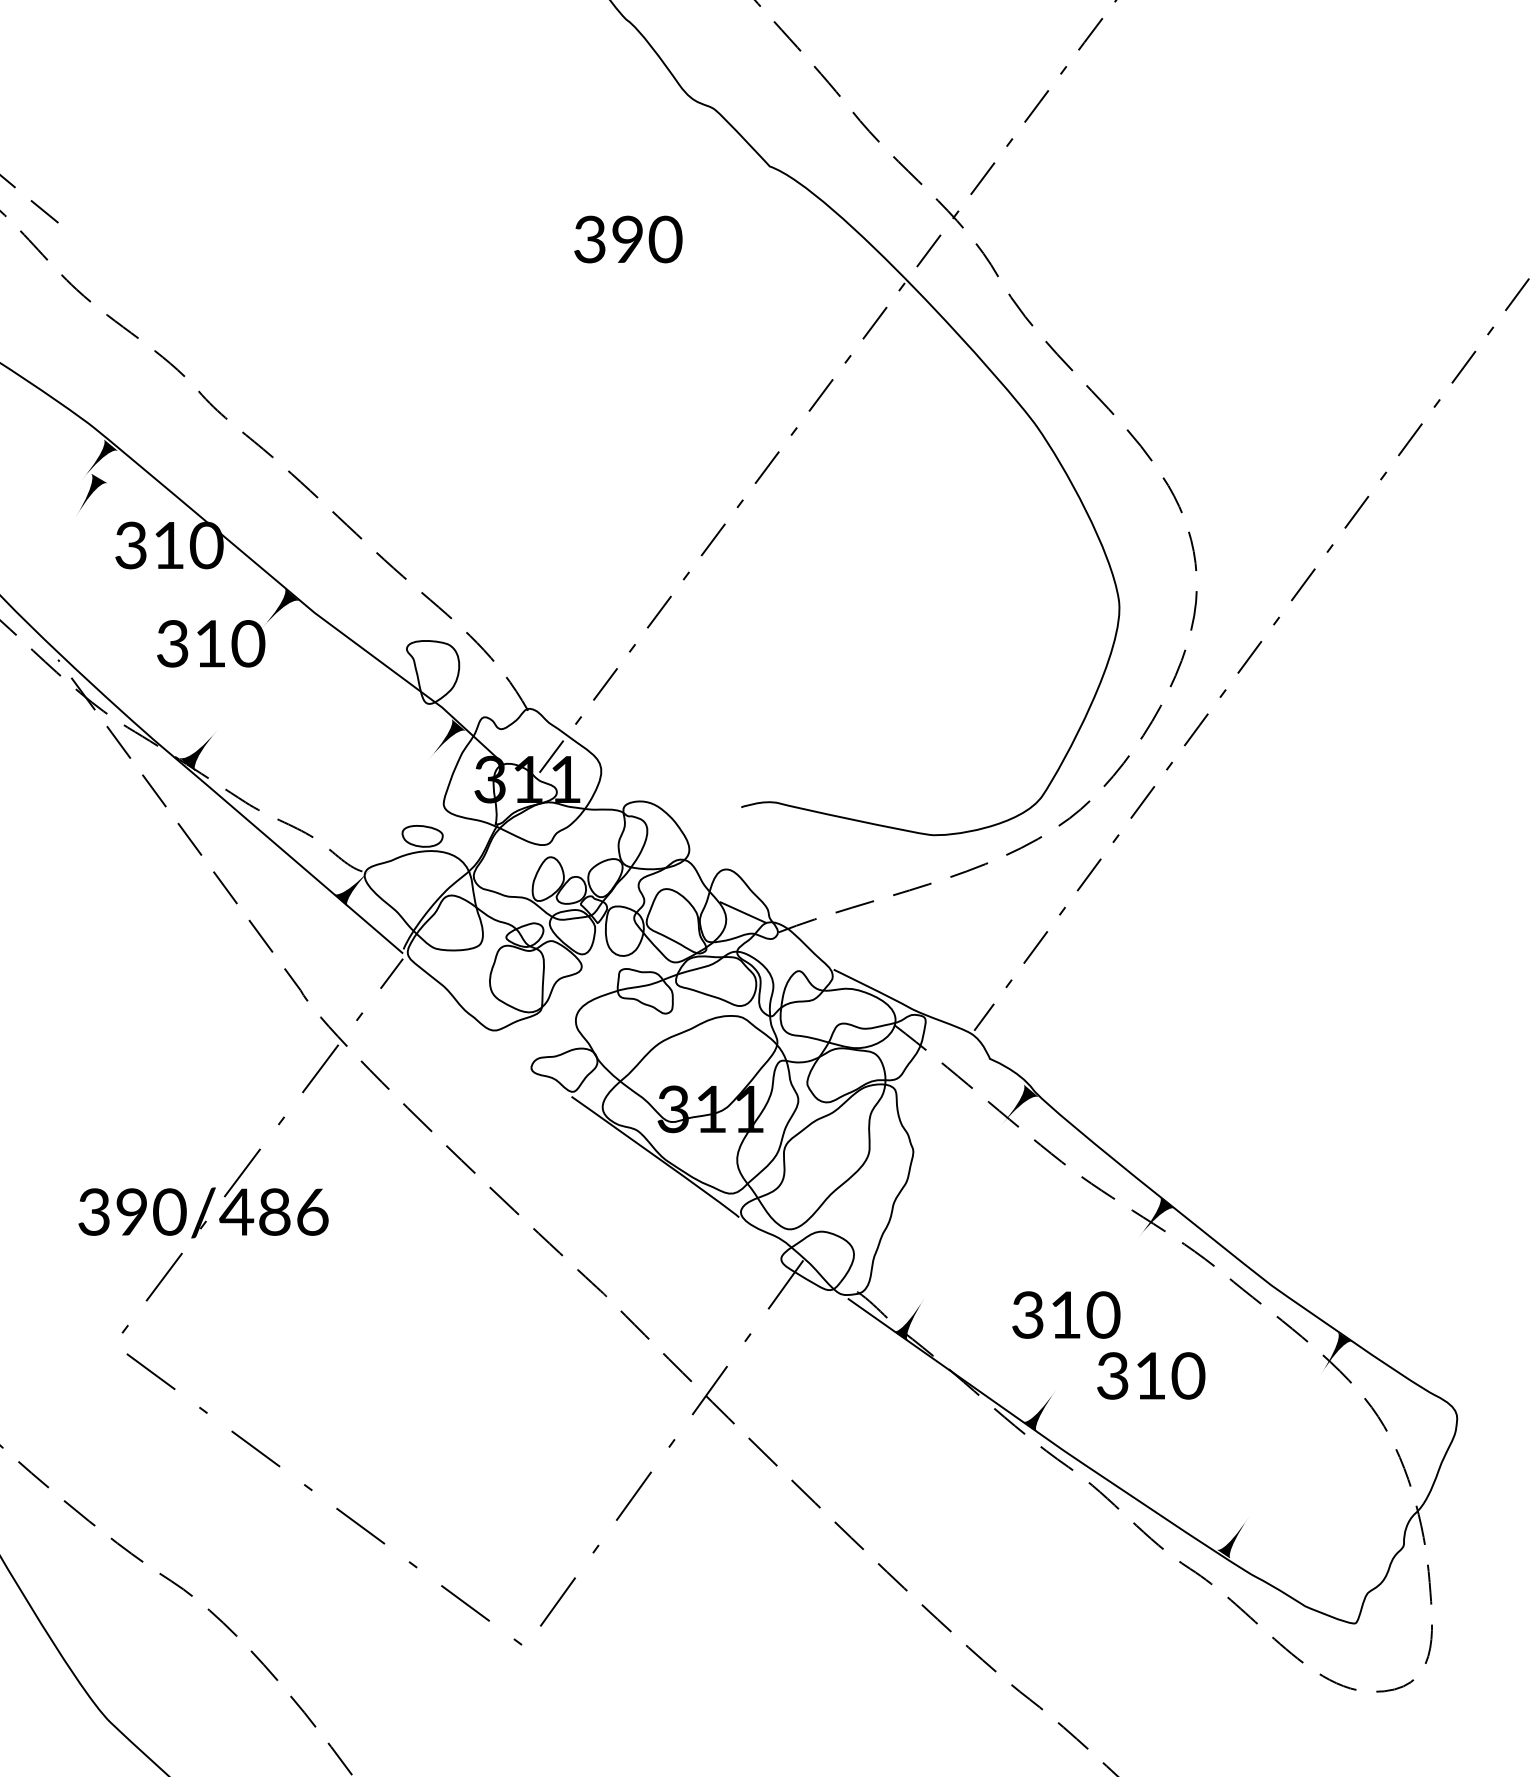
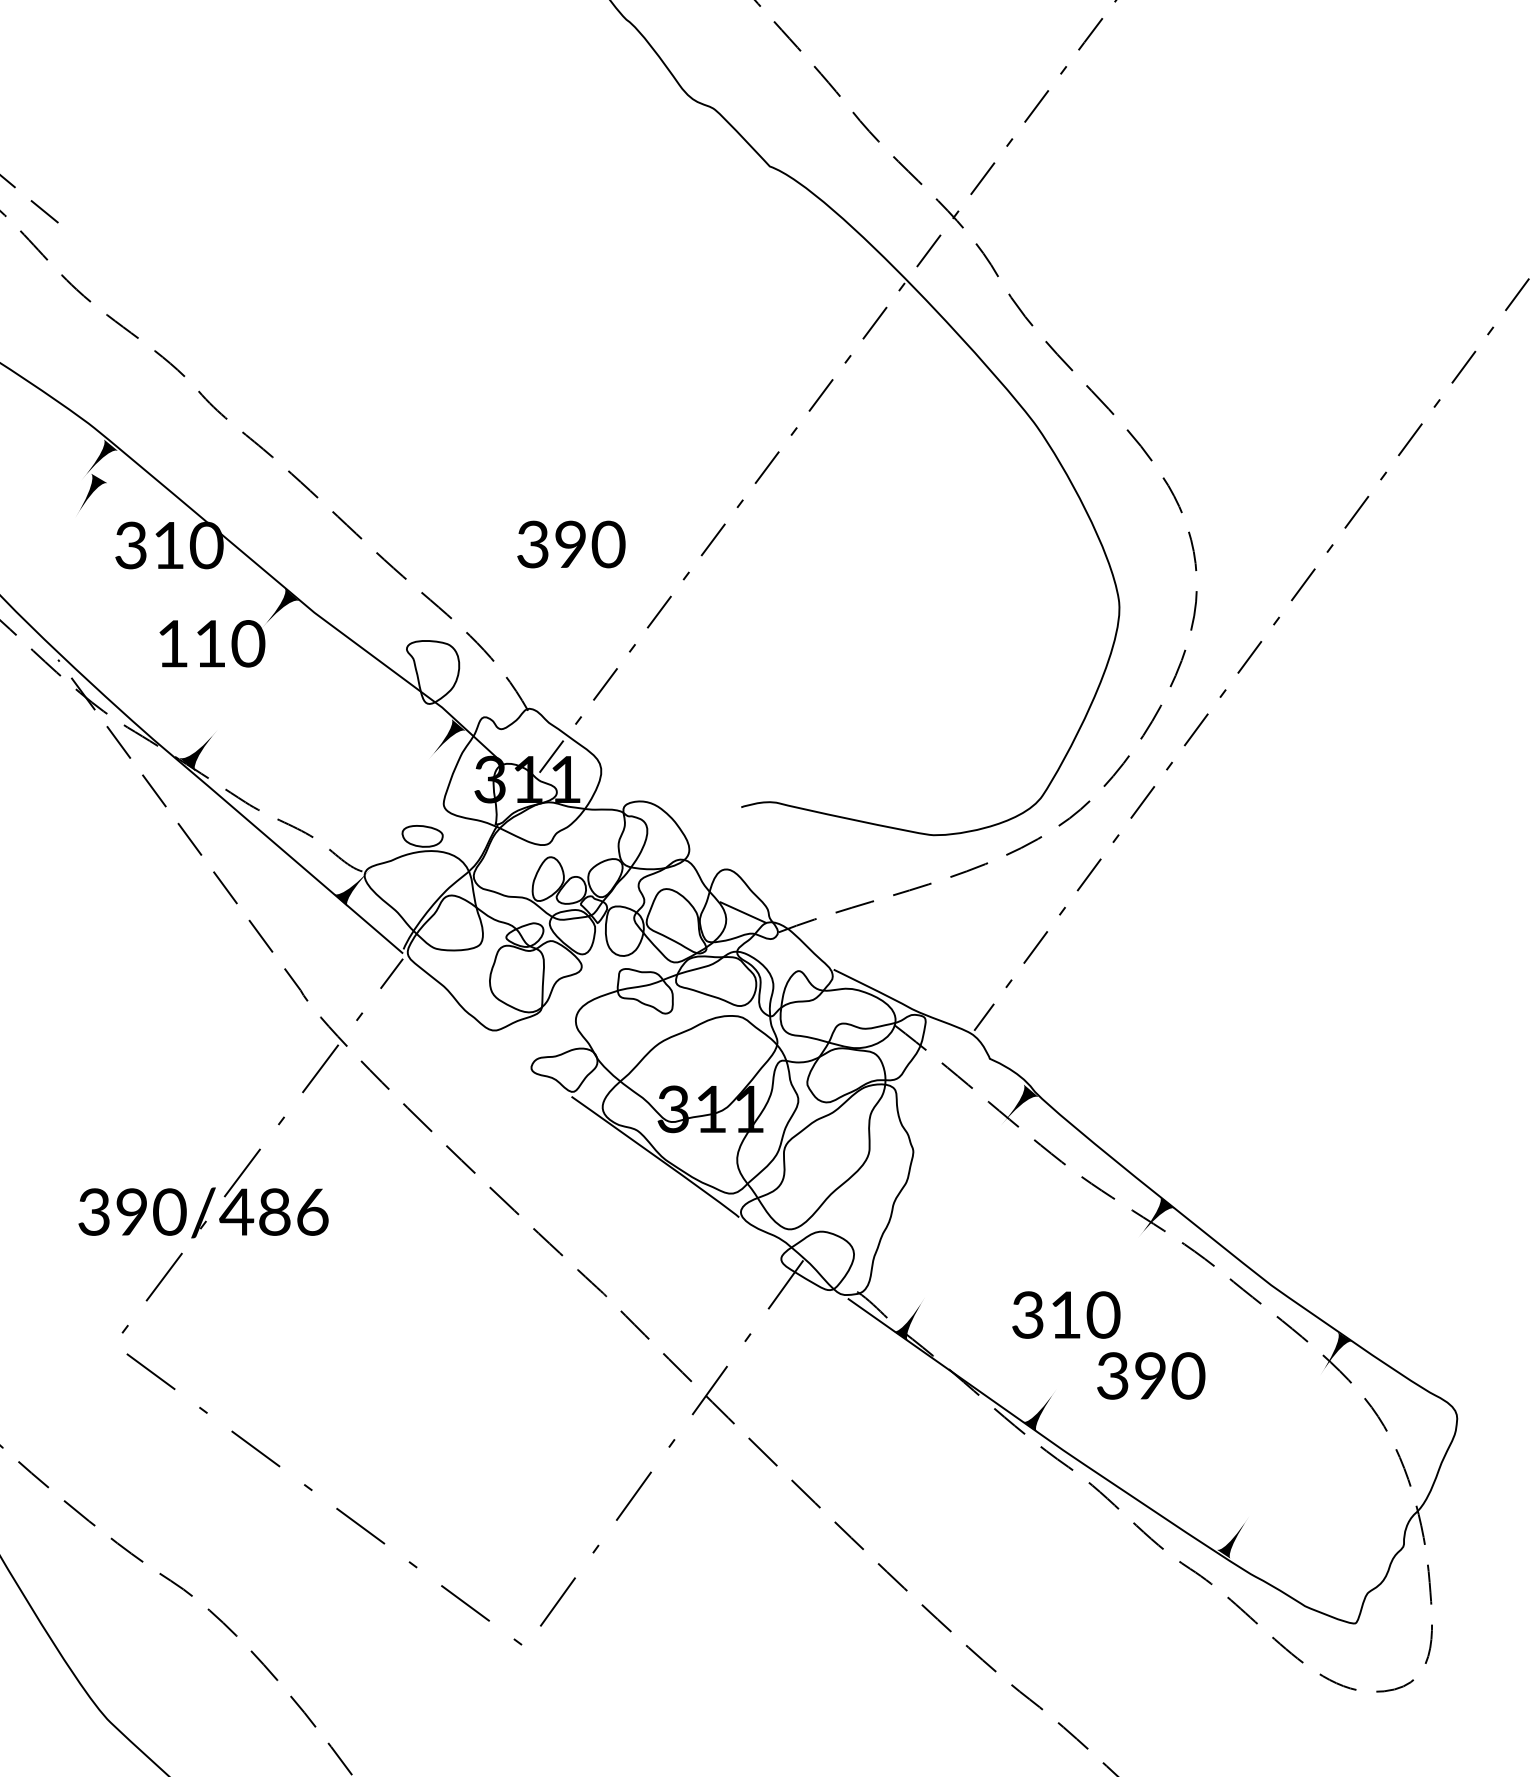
text at (628, 239) position: (628, 239) -> (571, 544)
text at (172, 643): 310 -> 110
text at (1150, 1375): 310 -> 390
